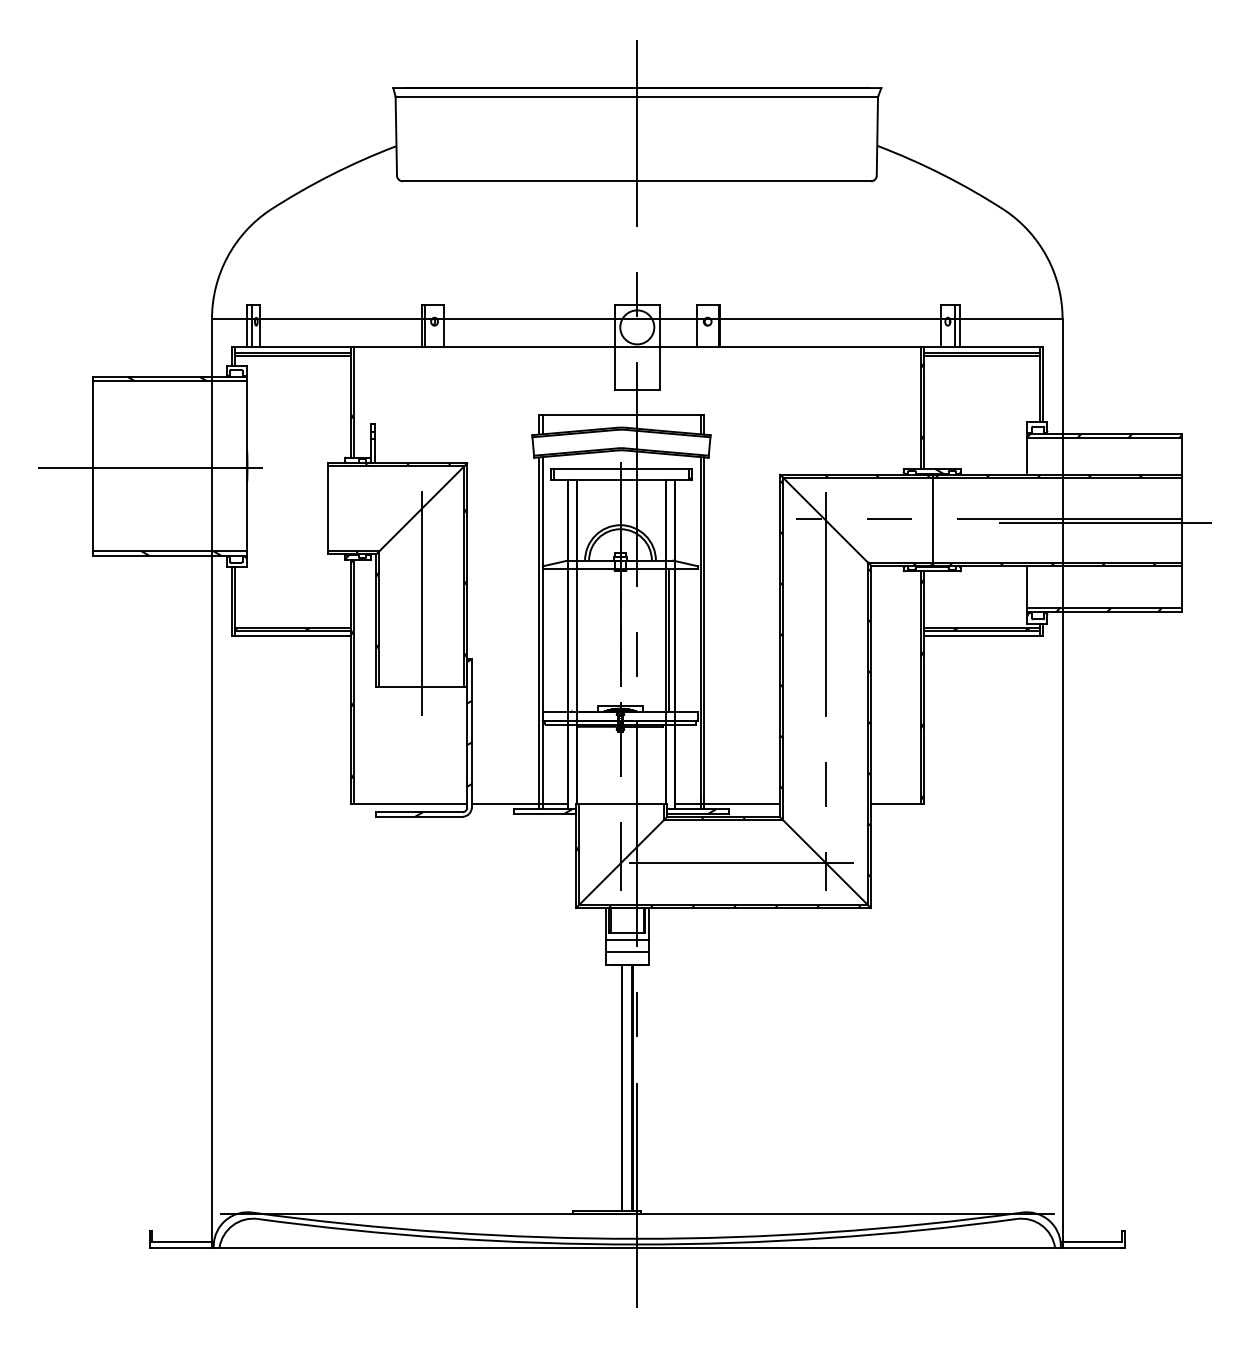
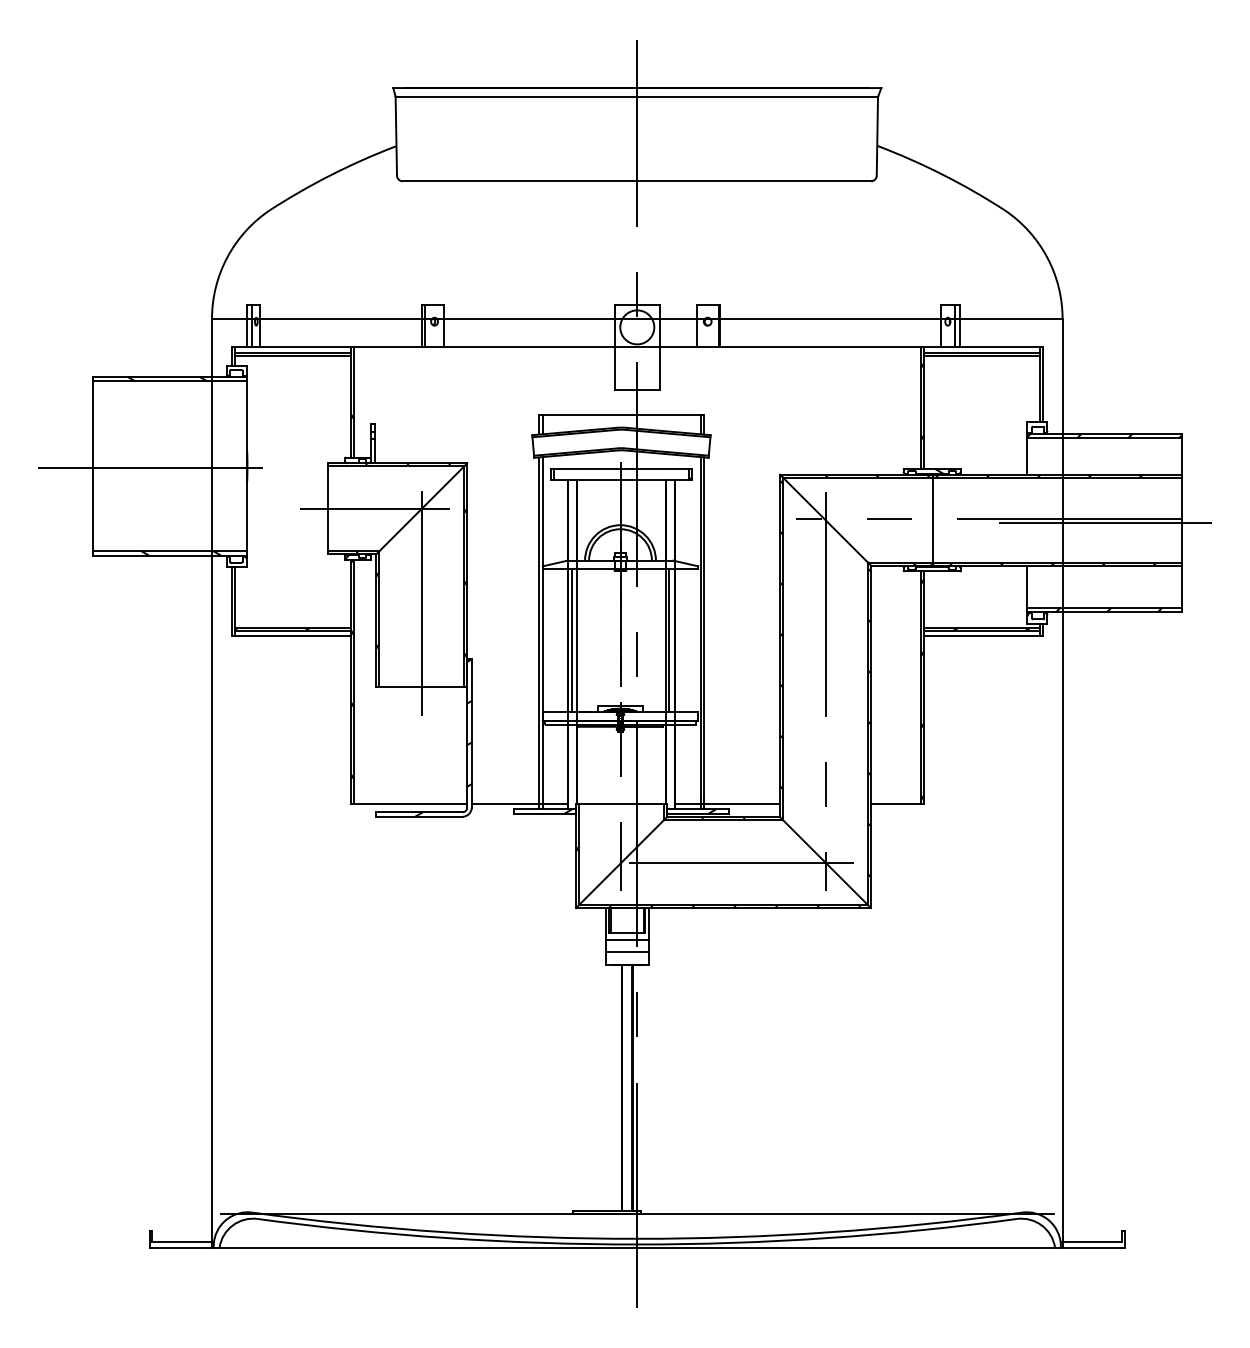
line at (374, 508): none -> present
line at (572, 640): none -> present
